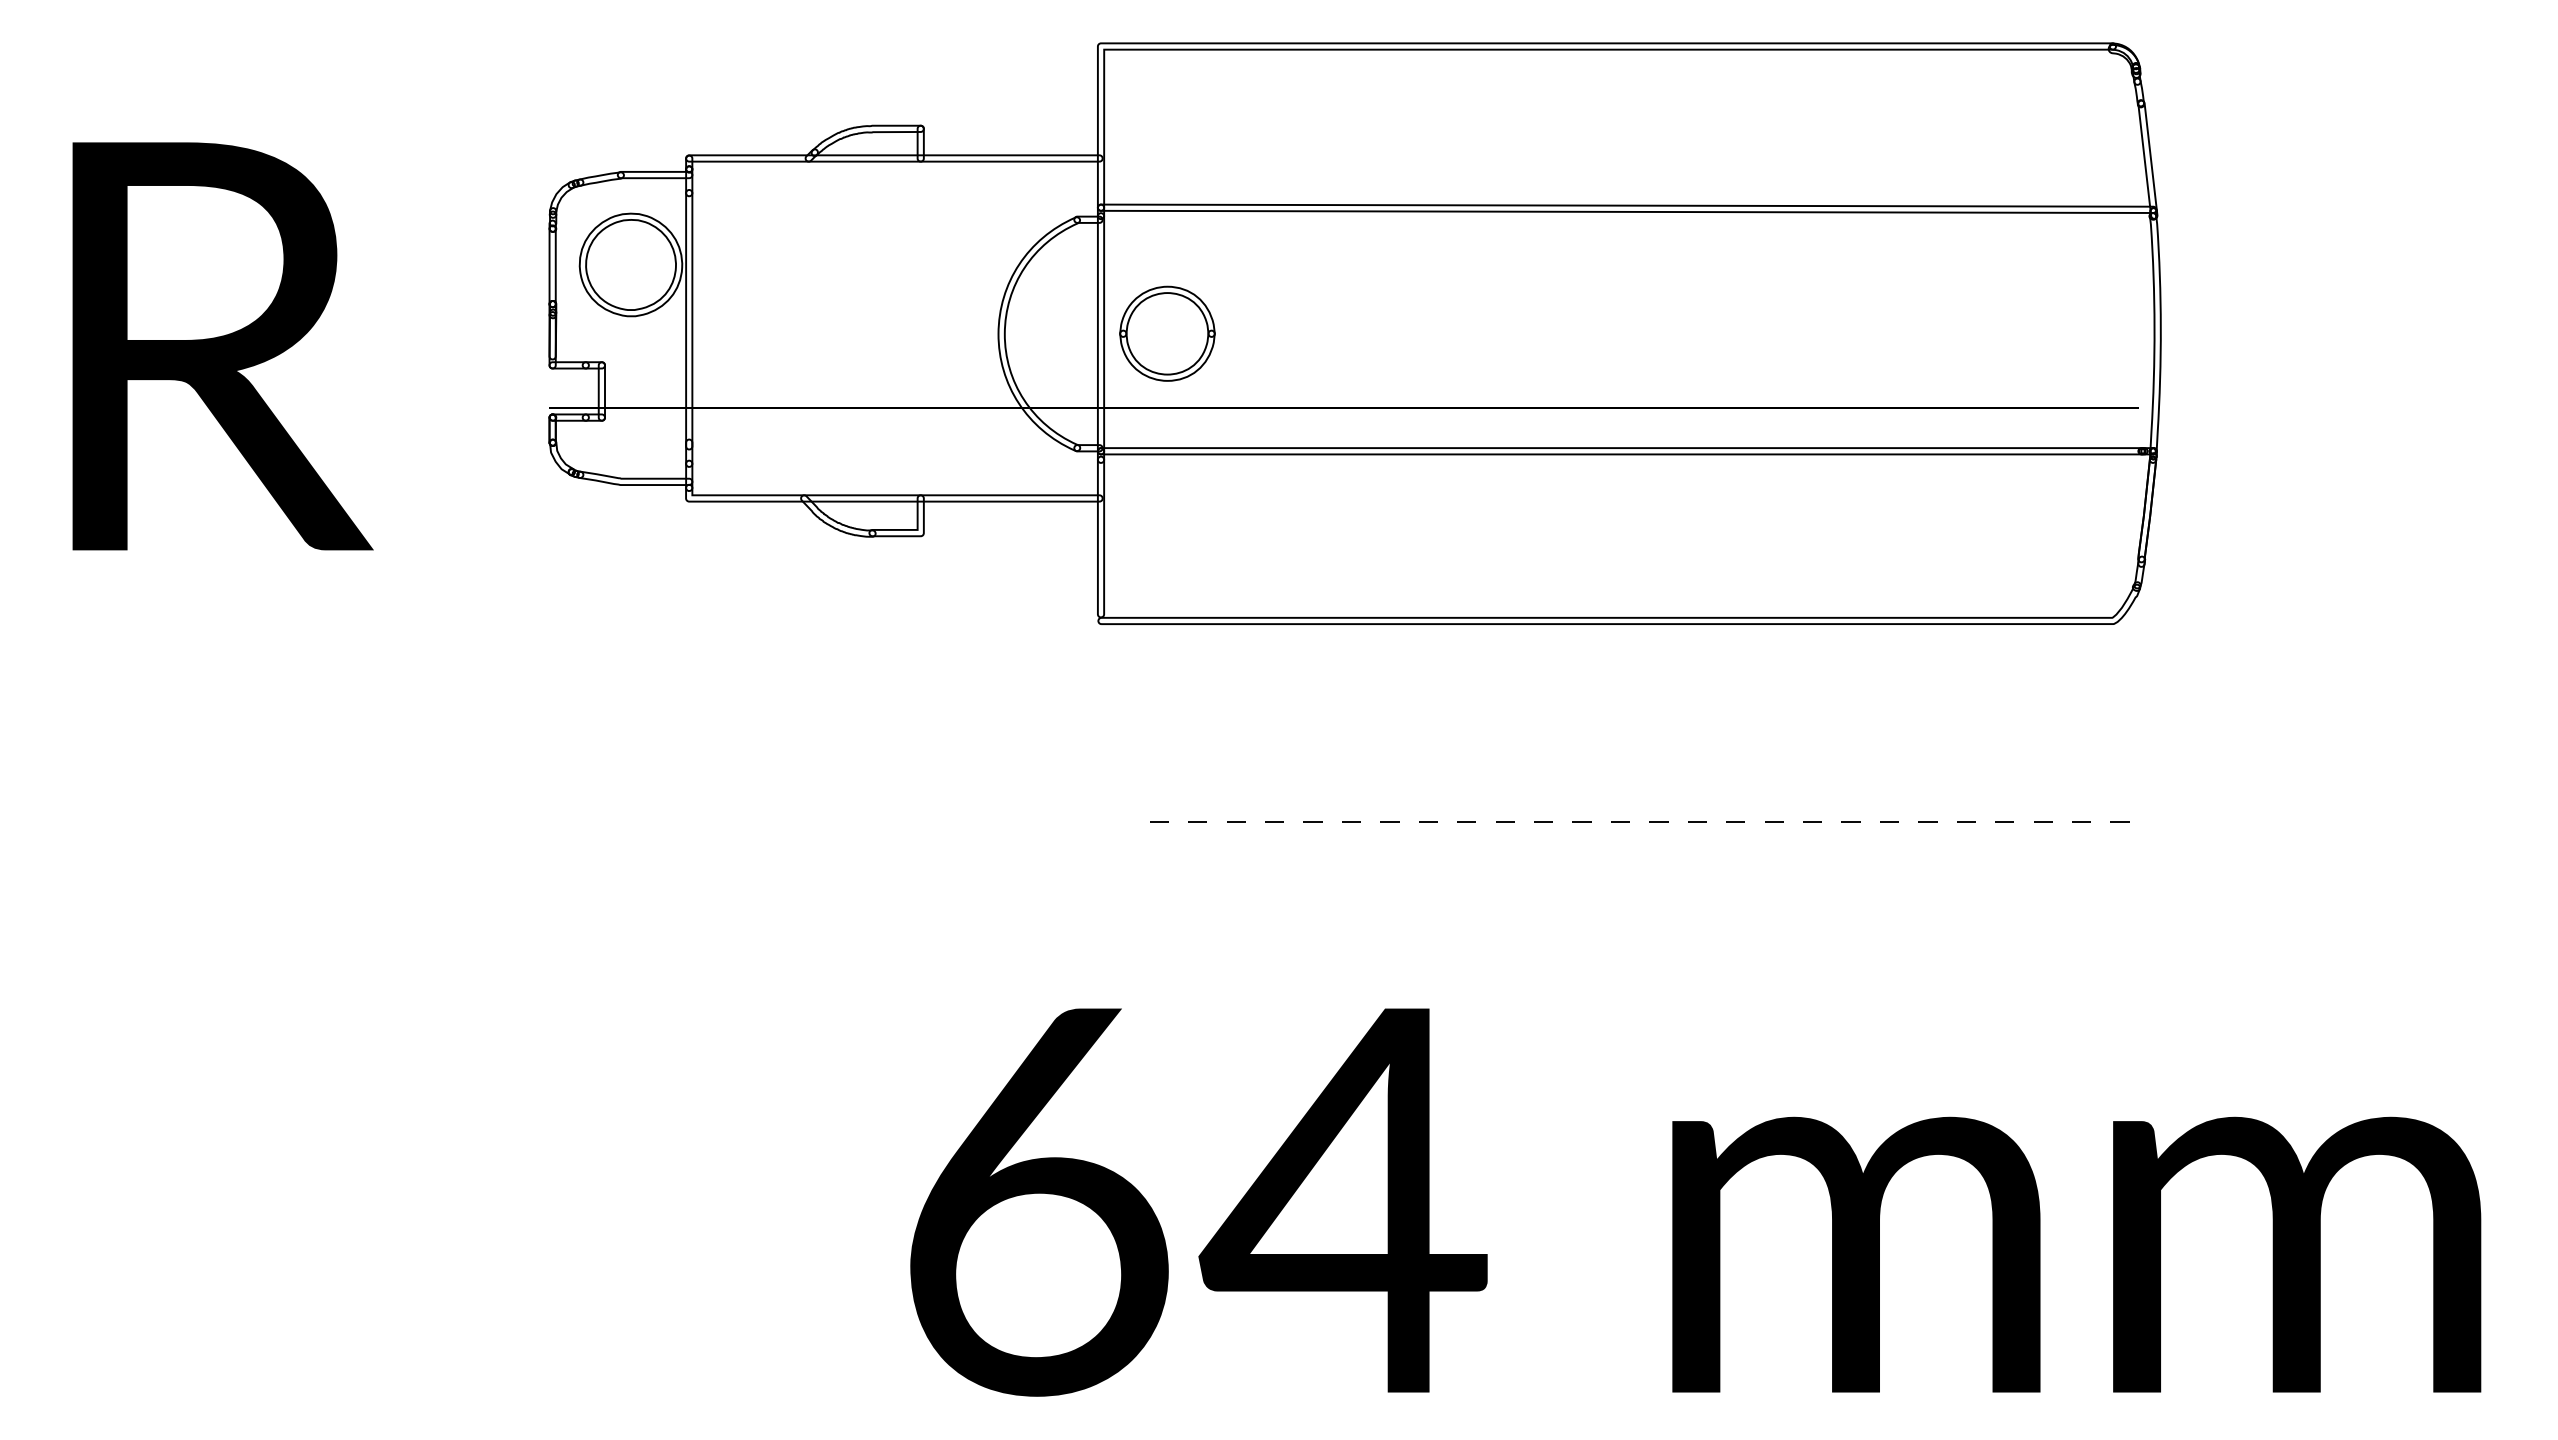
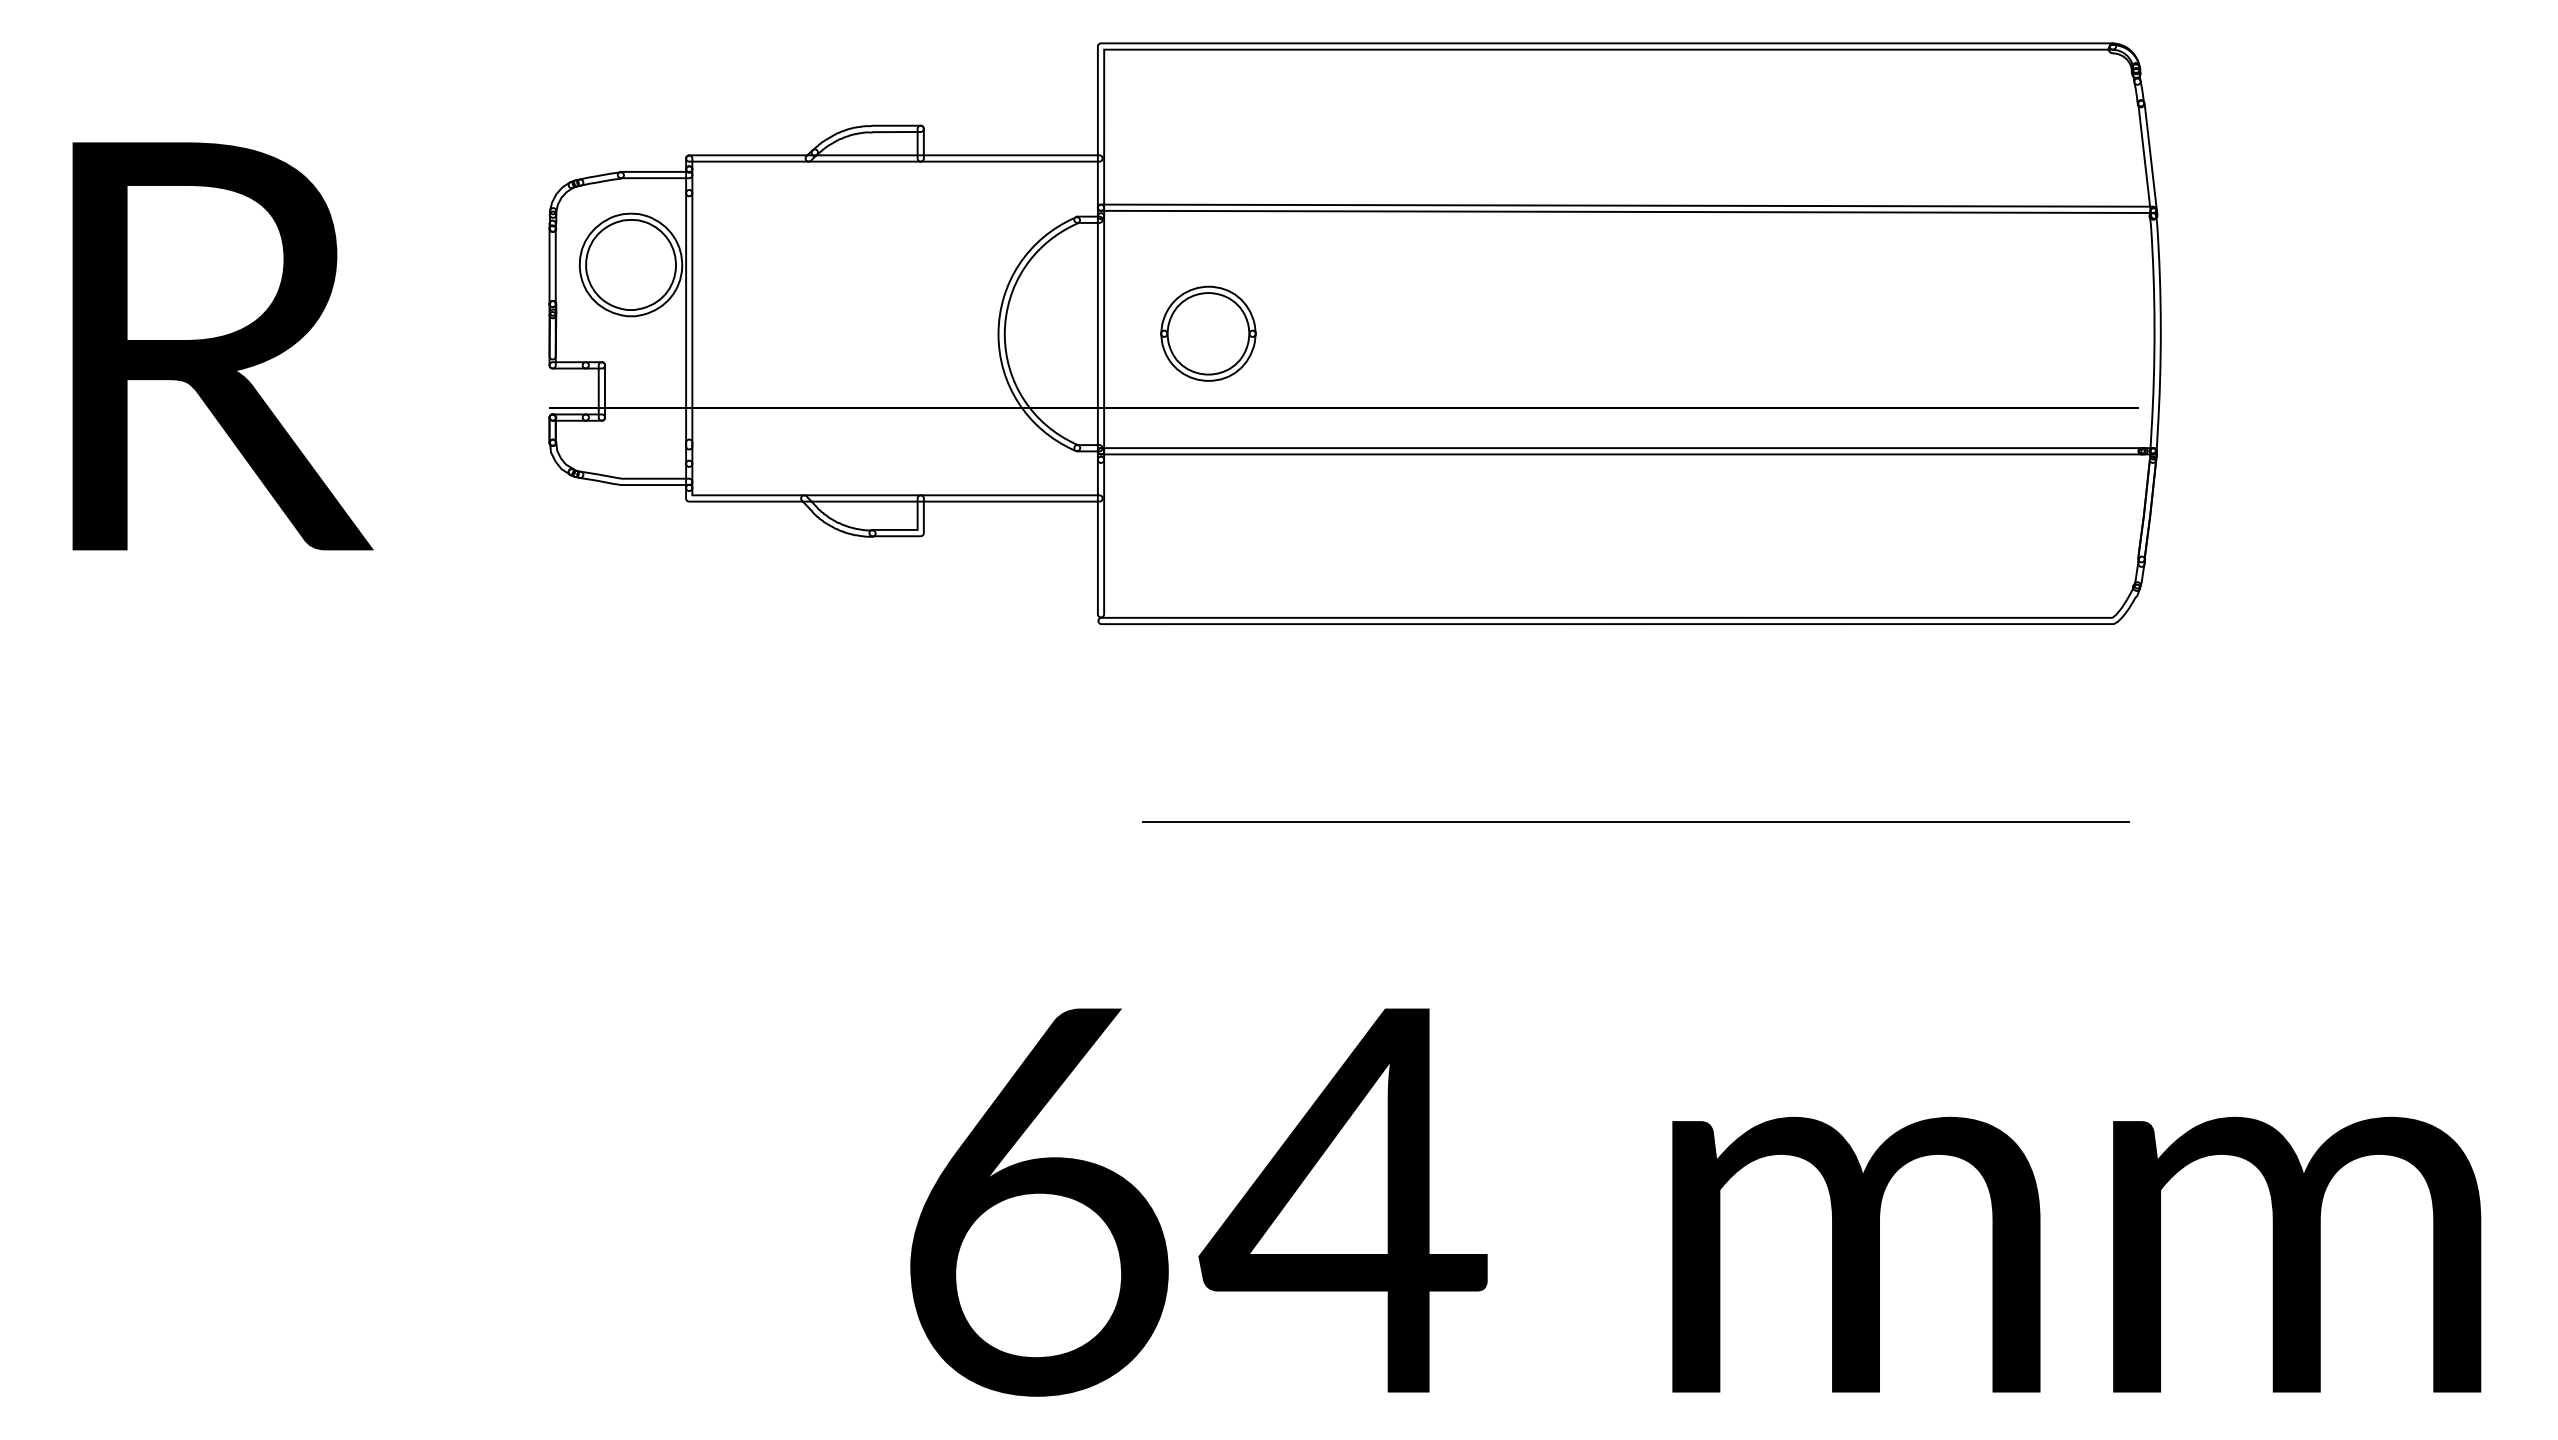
part at (1167, 333) position: (1167, 333) -> (1208, 333)
line at (1635, 821): dashed -> solid
